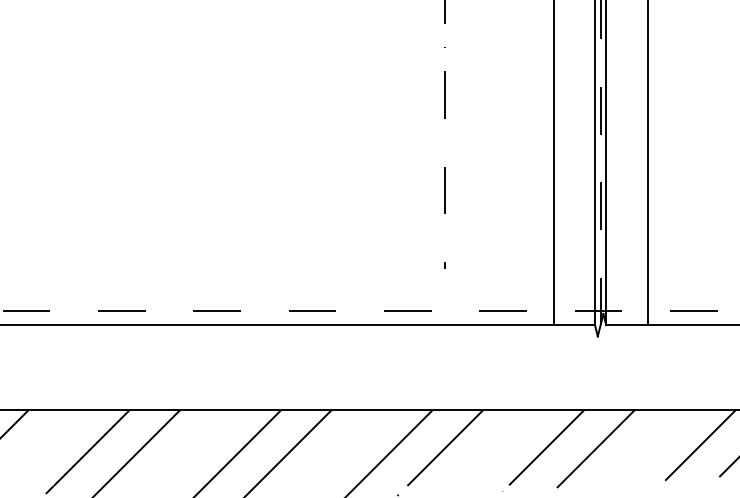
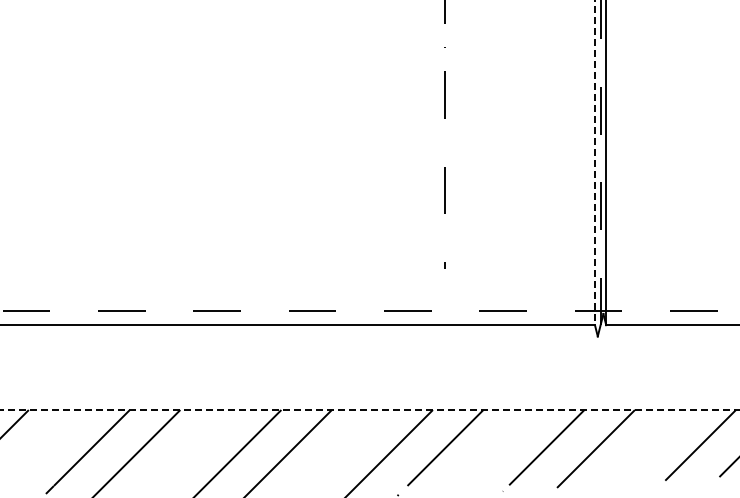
line at (553, 163): present -> none
line at (594, 163): solid -> dashed
line at (647, 163): present -> none
line at (370, 410): solid -> dashed
